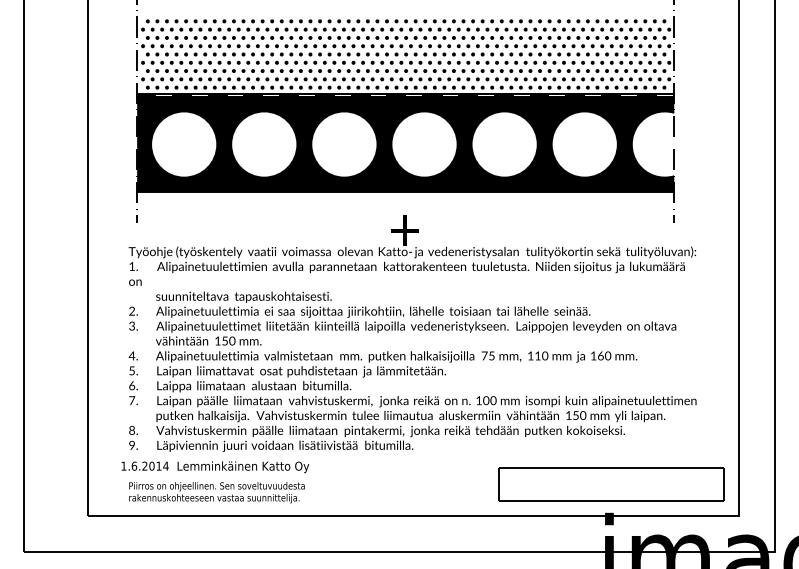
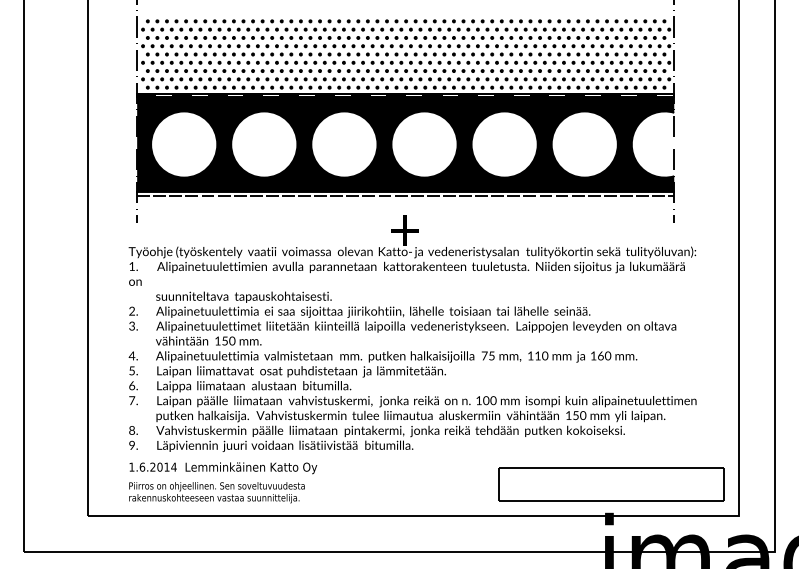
line at (405, 195): none -> present
text at (215, 467) position: (215, 467) -> (223, 468)
